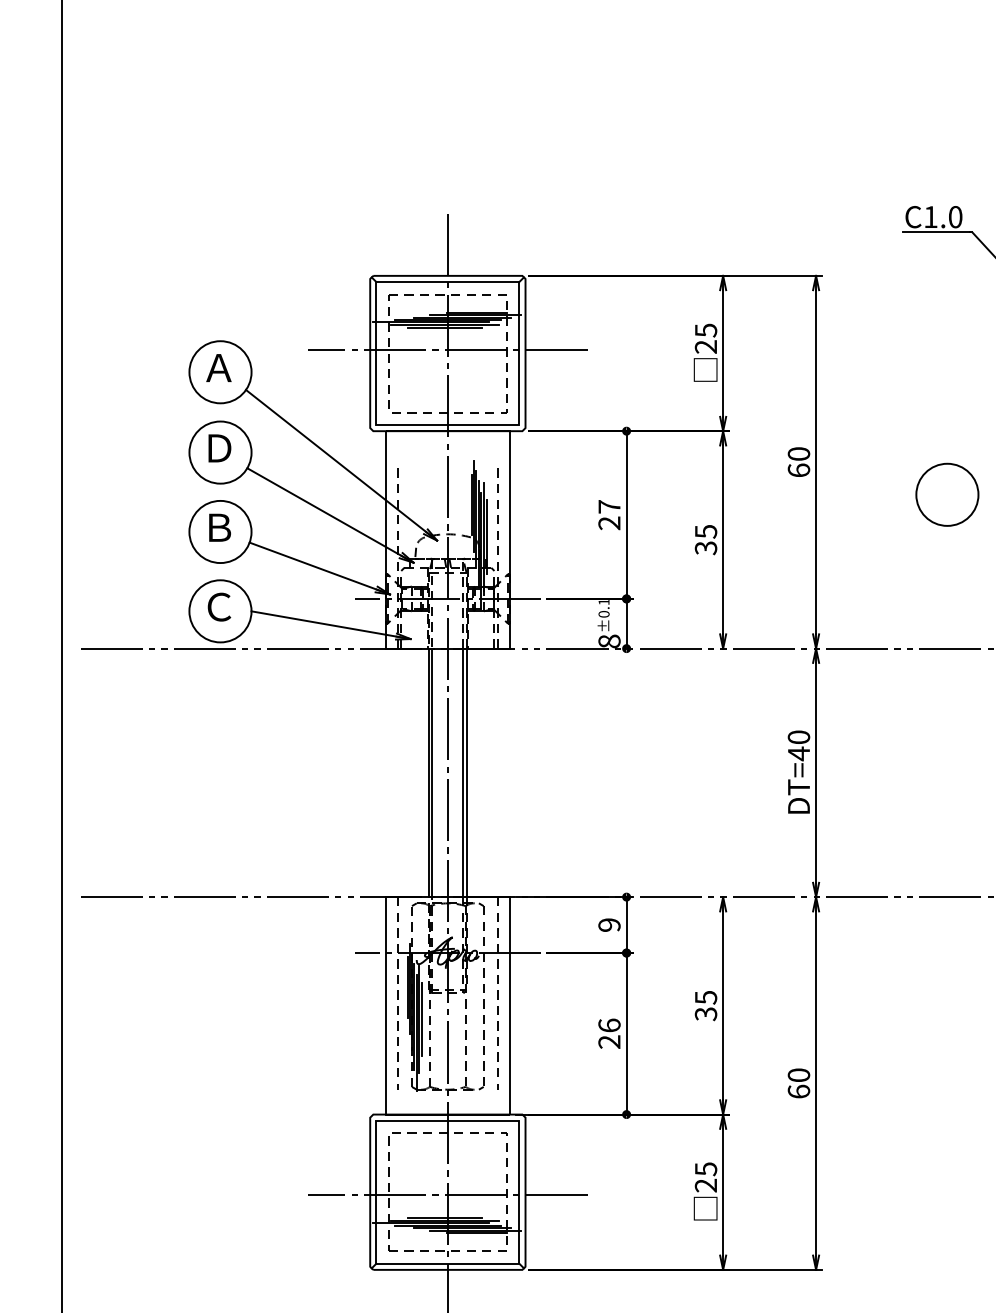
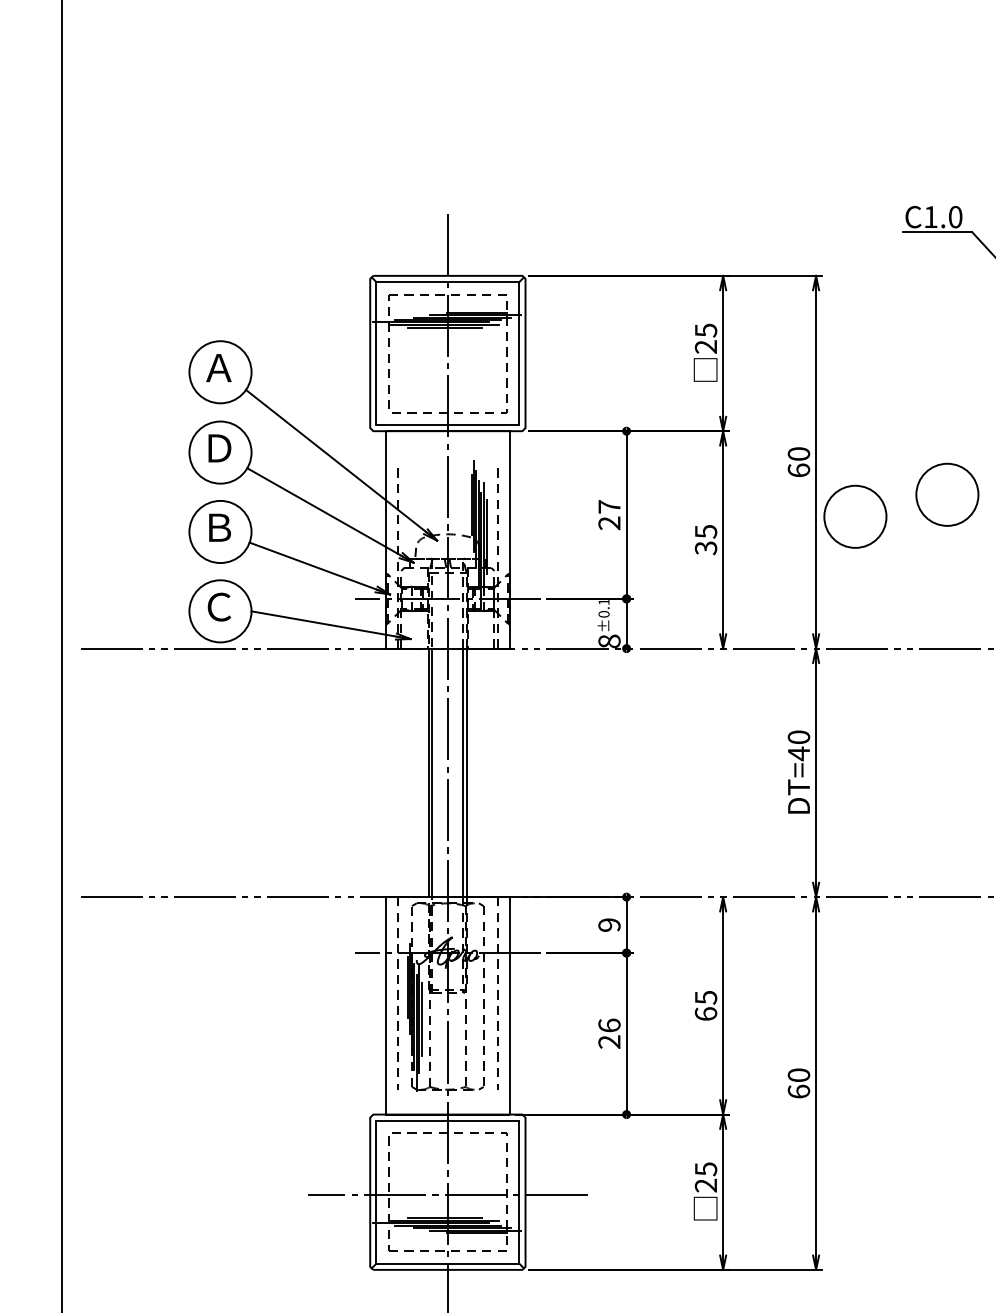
line at (447, 350): present -> none
circle at (855, 516): none -> present
text at (705, 1014): 35 -> 65
